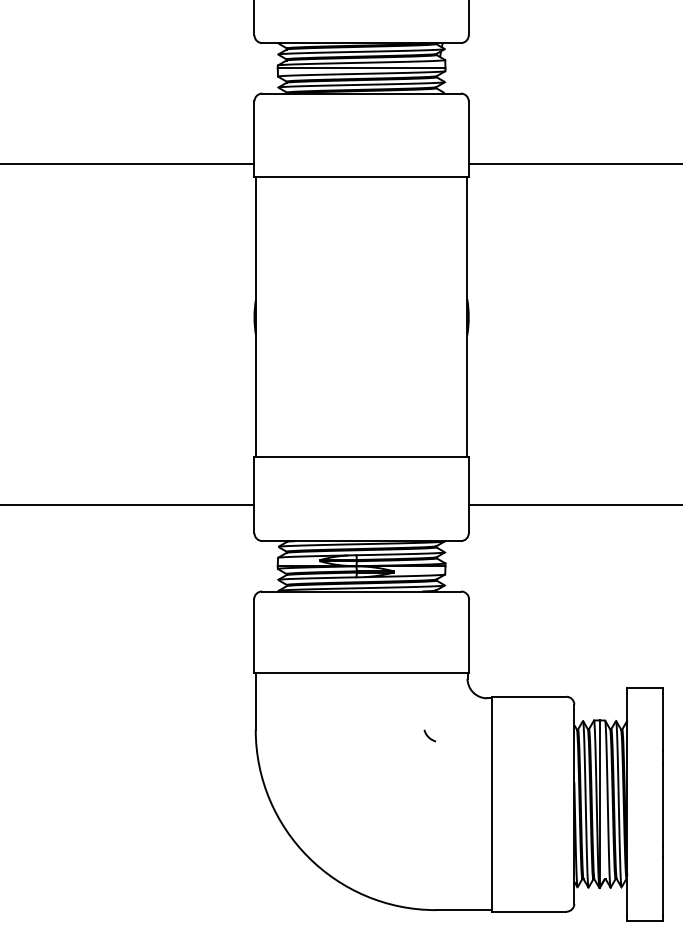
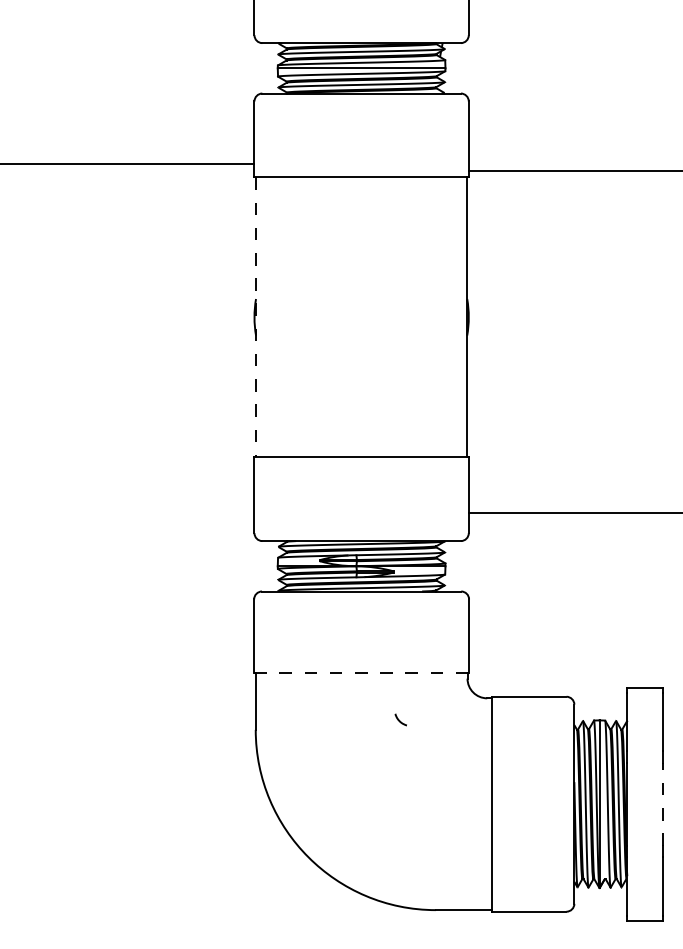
line at (573, 164) position: (573, 164) -> (573, 171)
line at (256, 317): solid -> dashed
line at (128, 504): present -> none
line at (573, 504) position: (573, 504) -> (573, 512)
line at (362, 673): solid -> dashed
curve at (428, 735) position: (428, 735) -> (399, 719)
line at (662, 804): solid -> dashed
